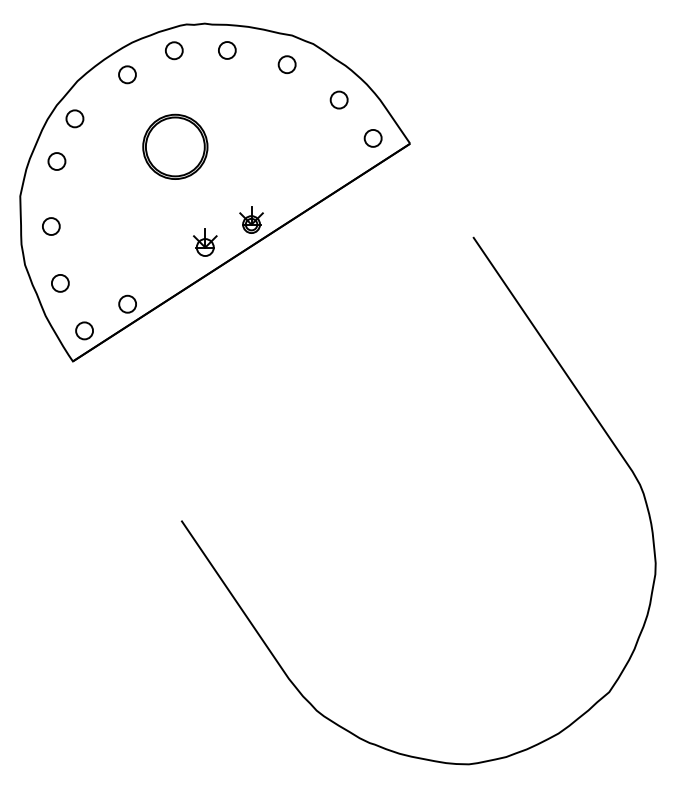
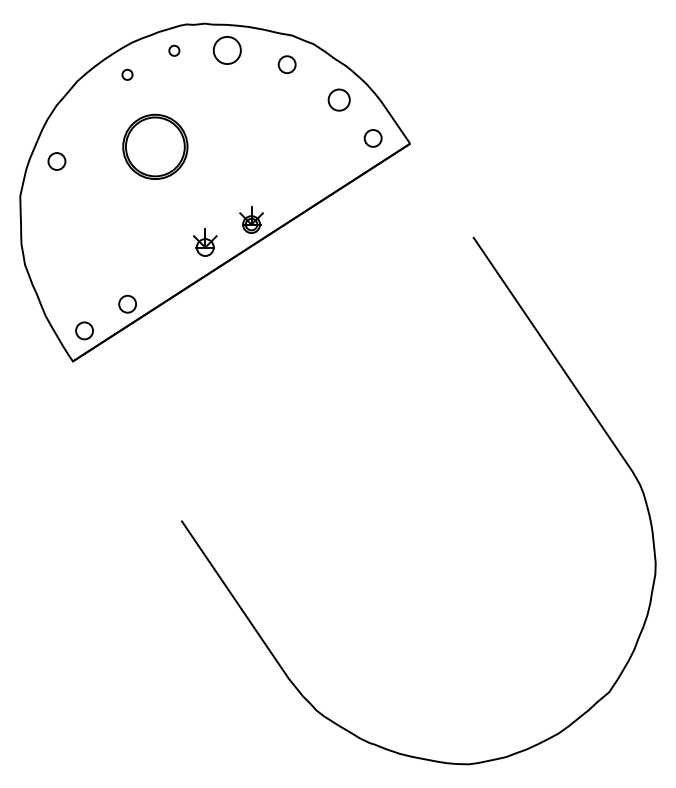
circle at (174, 50) size: 19x20 px -> 13x13 px
circle at (226, 50) diameter: 17 px -> 27 px
circle at (127, 74) size: 19x20 px -> 13x13 px
circle at (338, 99) size: 20x20 px -> 24x24 px
circle at (74, 118): present -> none
part at (175, 146) position: (175, 146) -> (155, 146)
circle at (51, 226): present -> none
circle at (60, 283): present -> none
